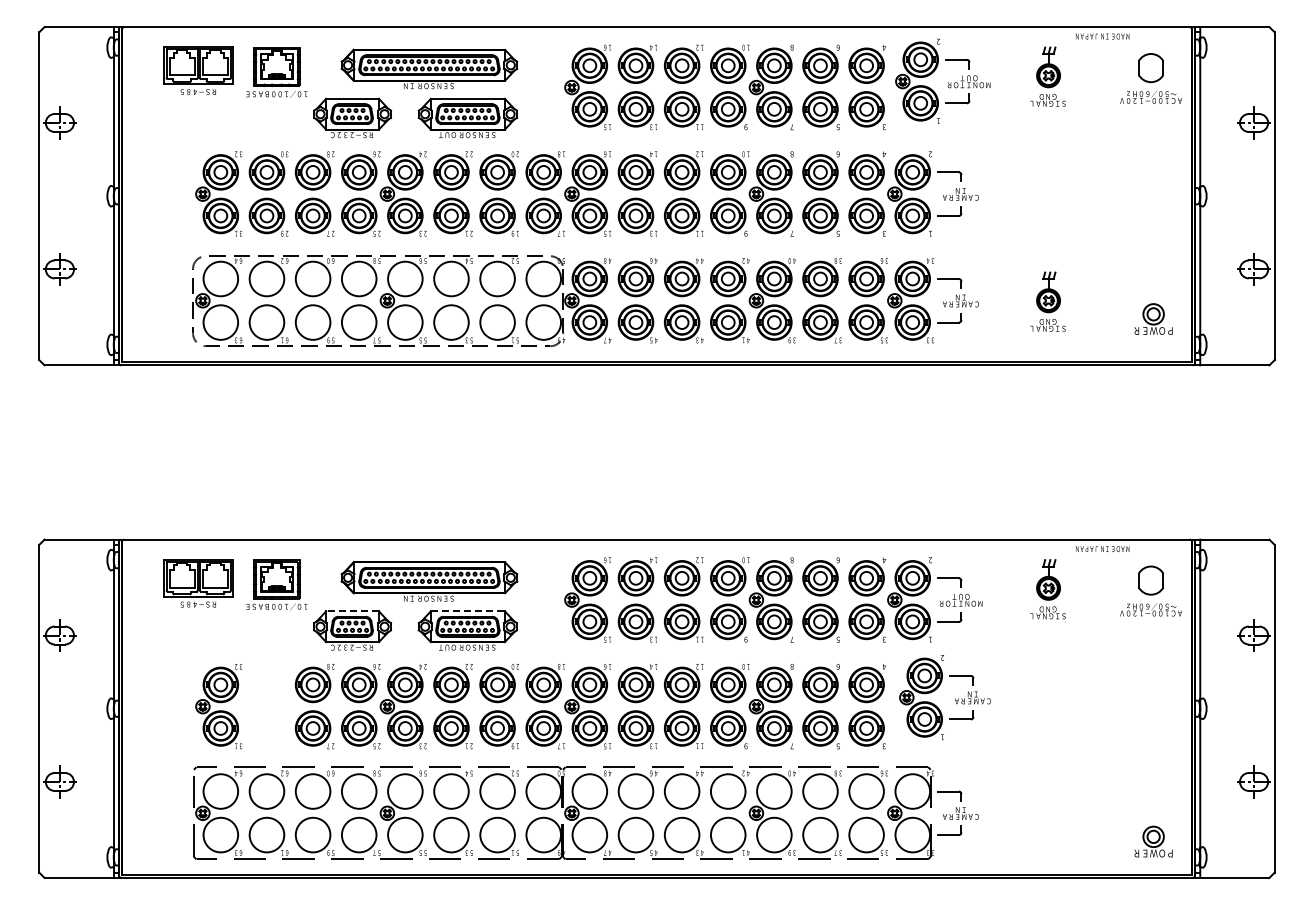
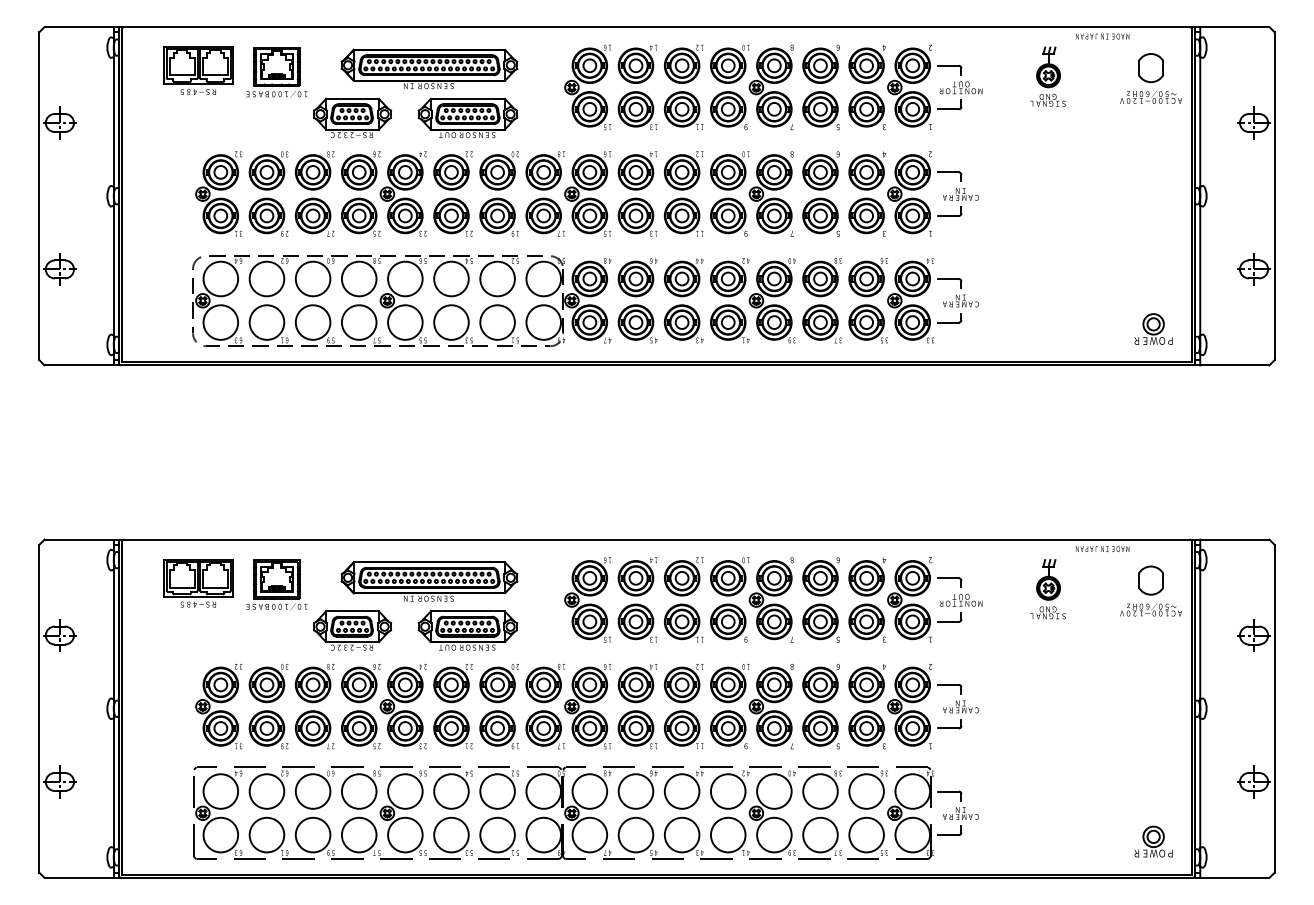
part at (942, 80) position: (942, 80) -> (934, 86)
part at (1047, 301): present -> none
part at (1153, 318) position: (1153, 318) -> (1153, 328)
line at (352, 611): dashed -> solid
line at (467, 611): dashed -> solid
part at (955, 698) position: (955, 698) -> (943, 707)
part at (268, 706): none -> present
